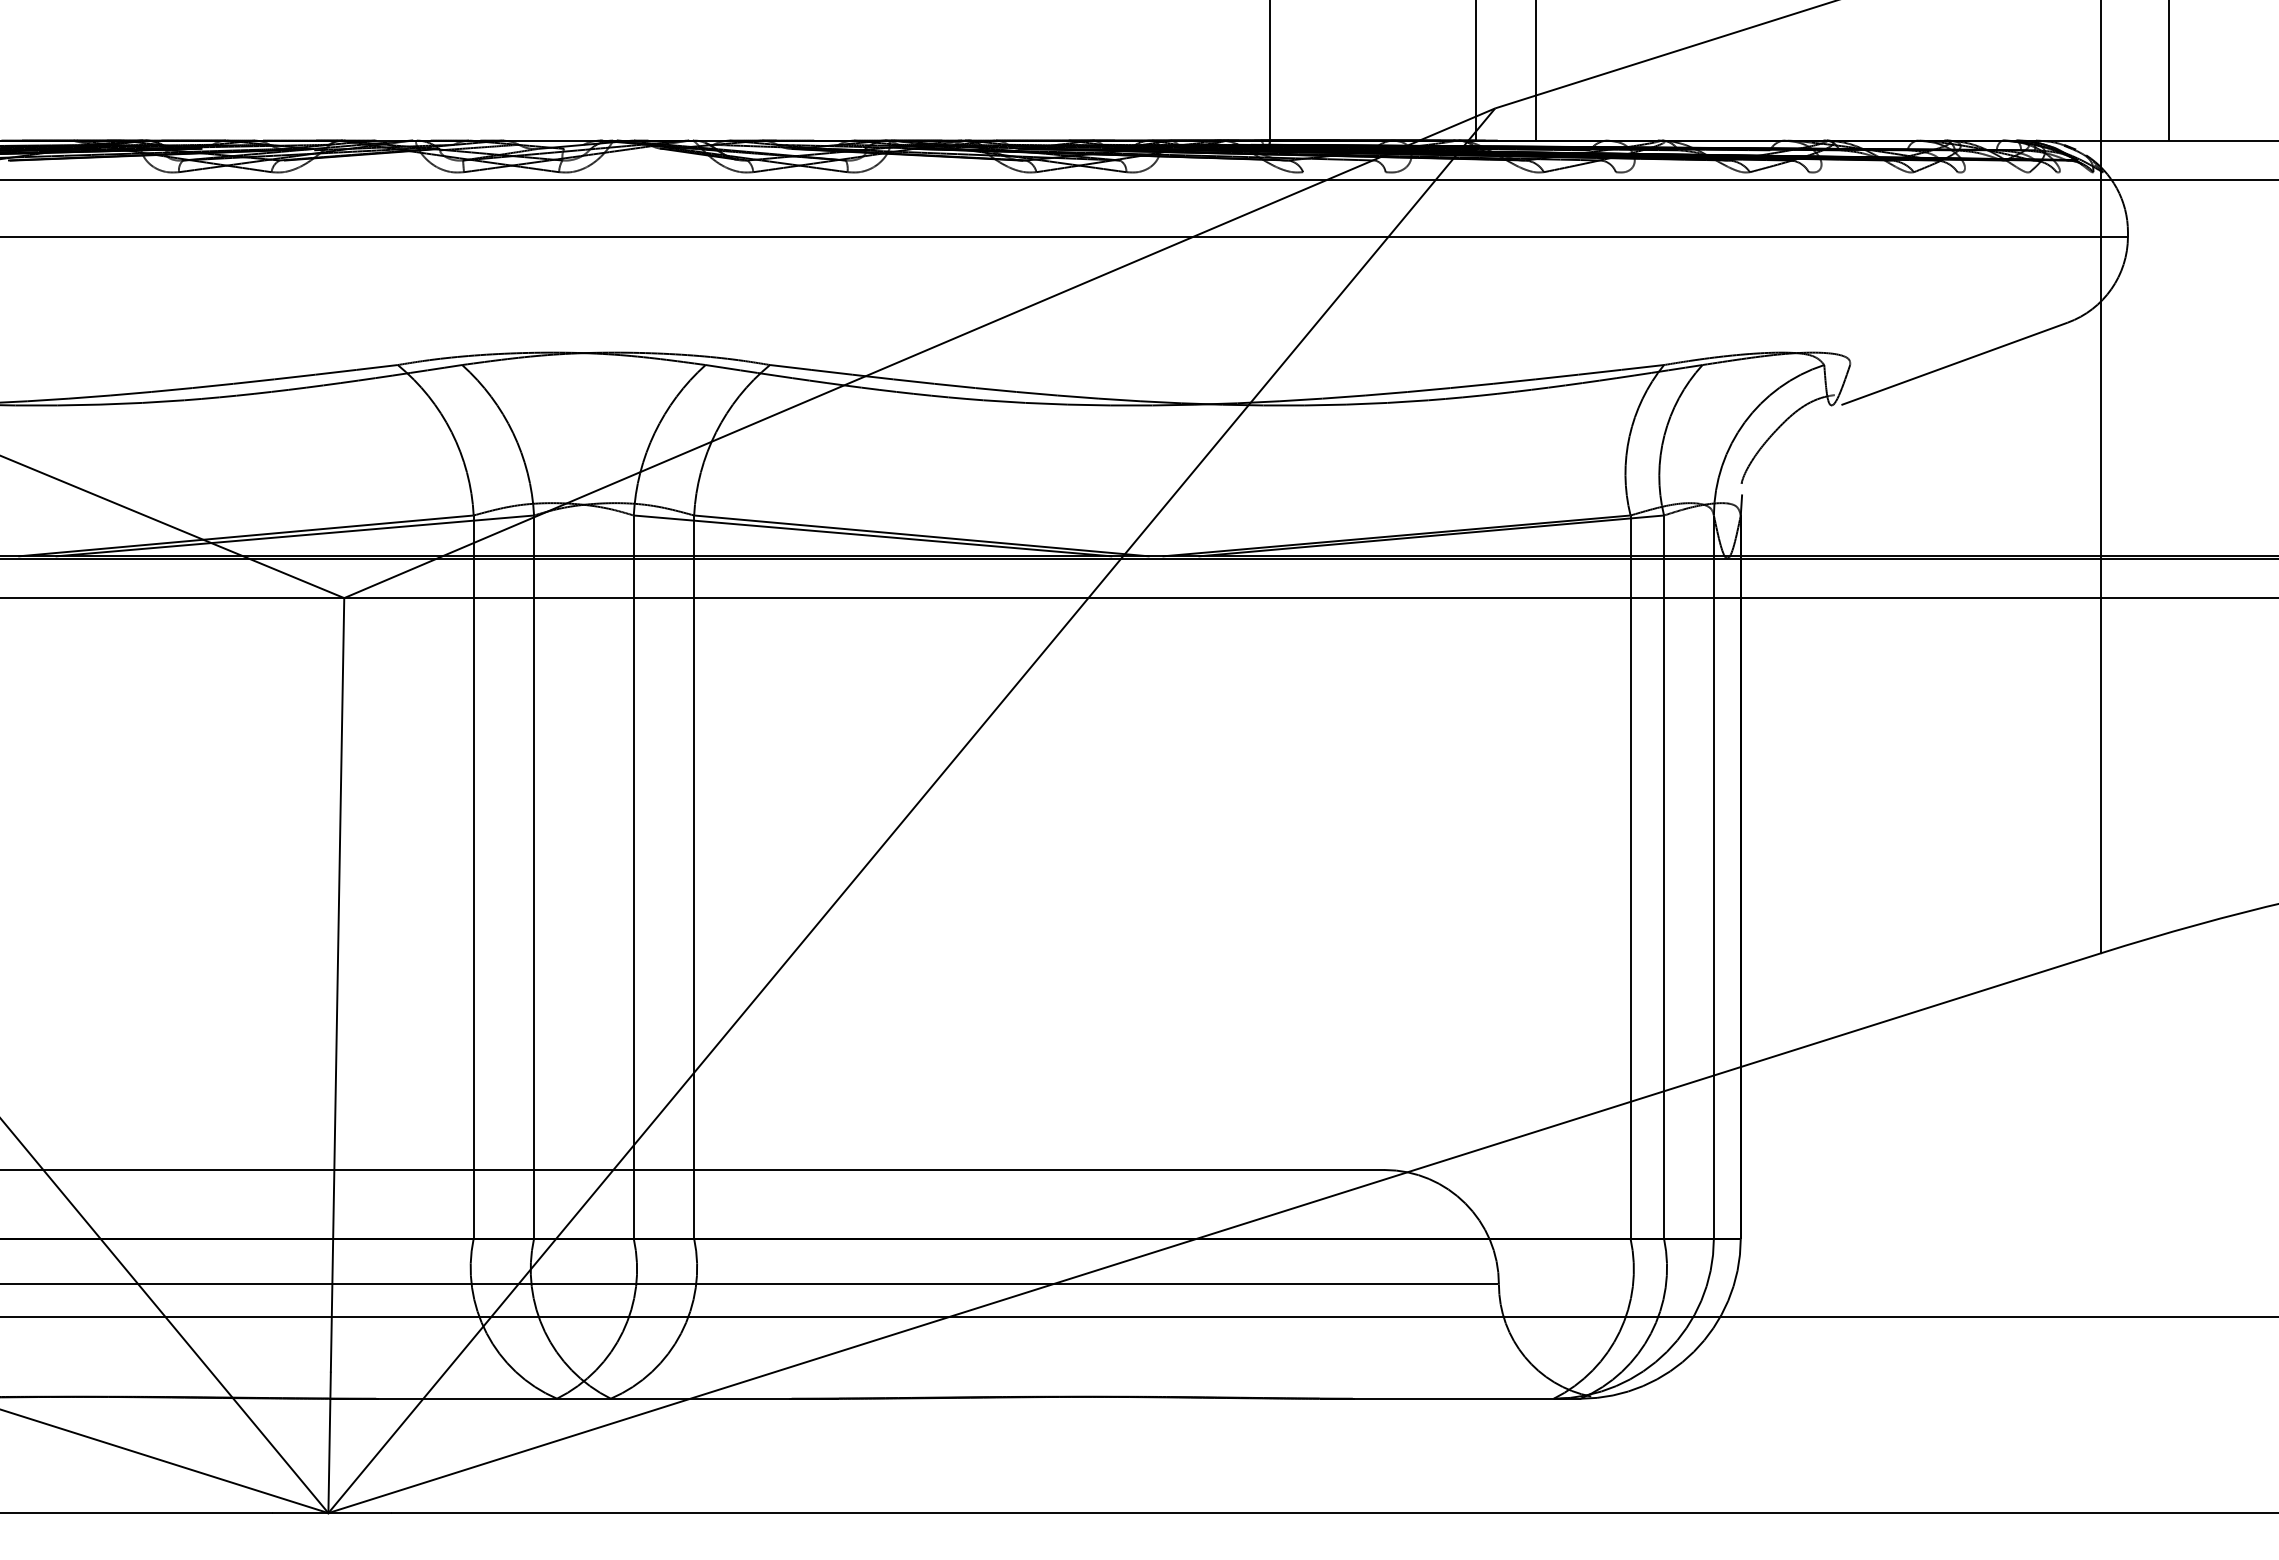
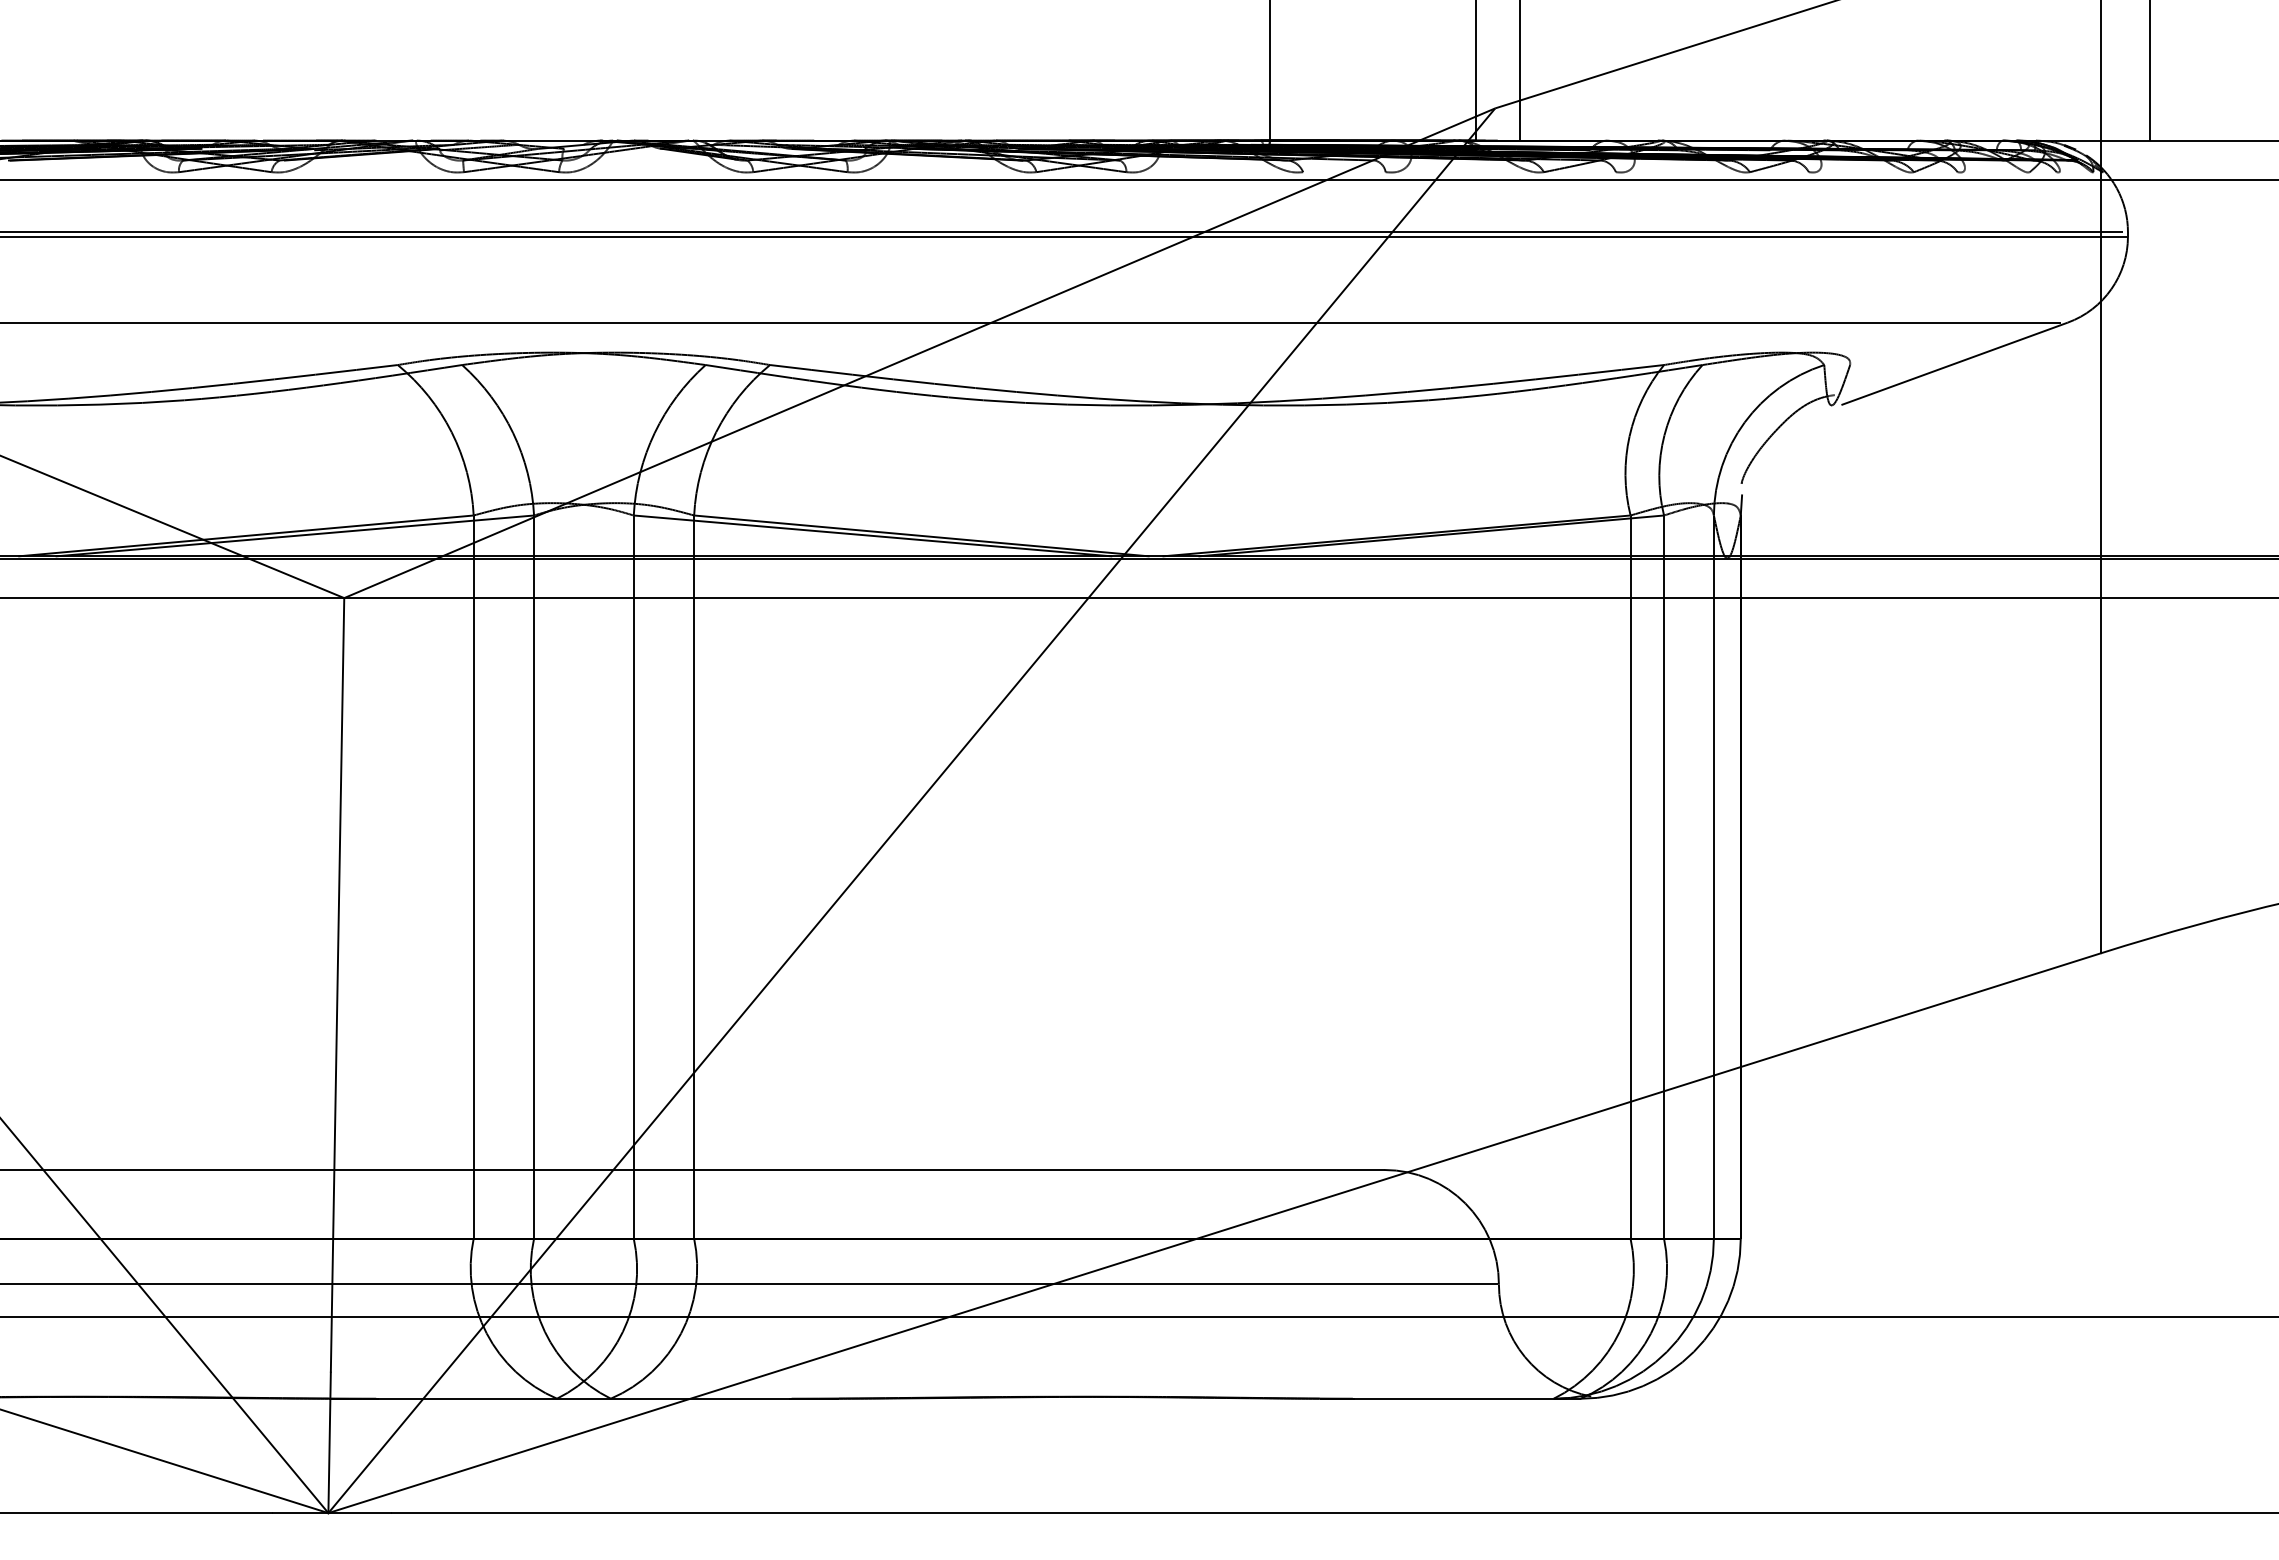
line at (1536, 71) position: (1536, 71) -> (1520, 71)
line at (2169, 71) position: (2169, 71) -> (2150, 71)
line at (1062, 232): none -> present
line at (1031, 322): none -> present
